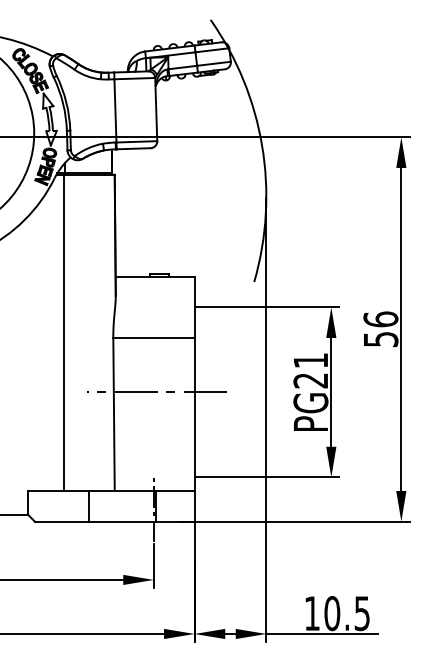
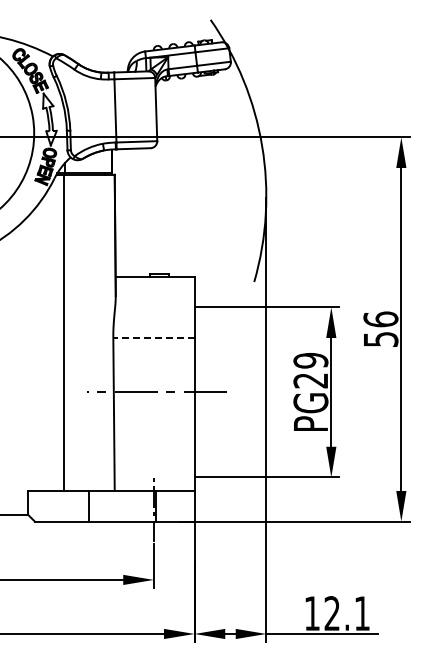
line at (153, 337): solid -> dashed
text at (310, 360): PG21 -> PG29
text at (346, 613): 10.5 -> 12.1
